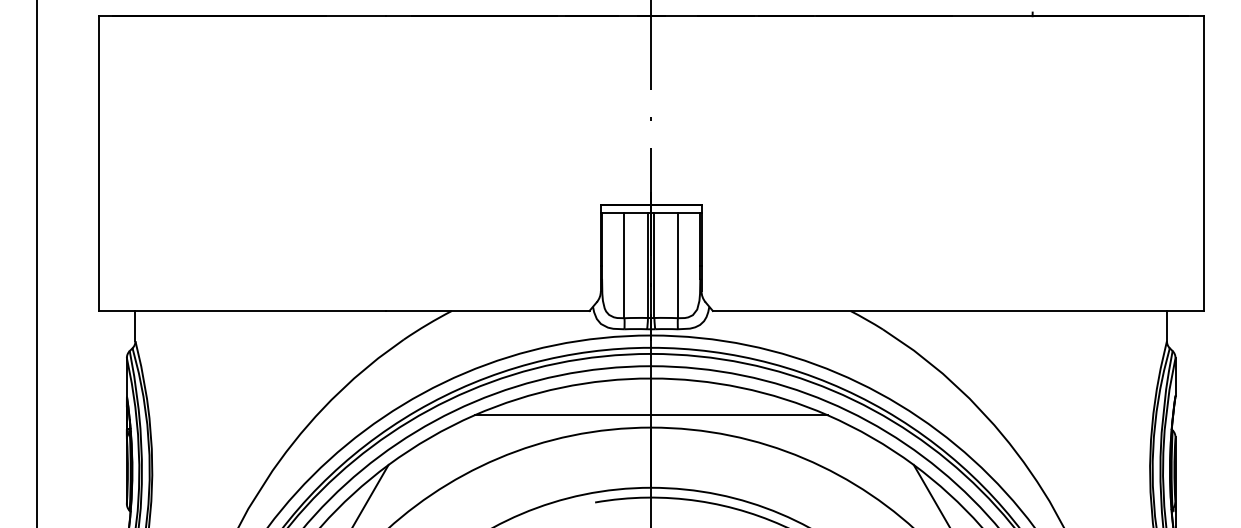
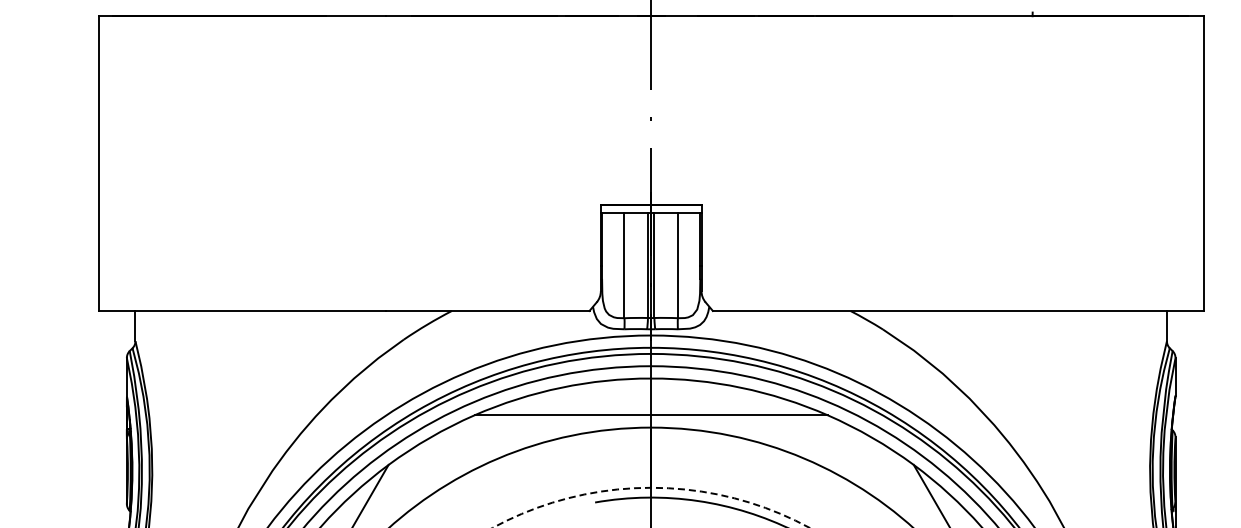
line at (37, 263): present -> none
circle at (650, 507): solid -> dashed
